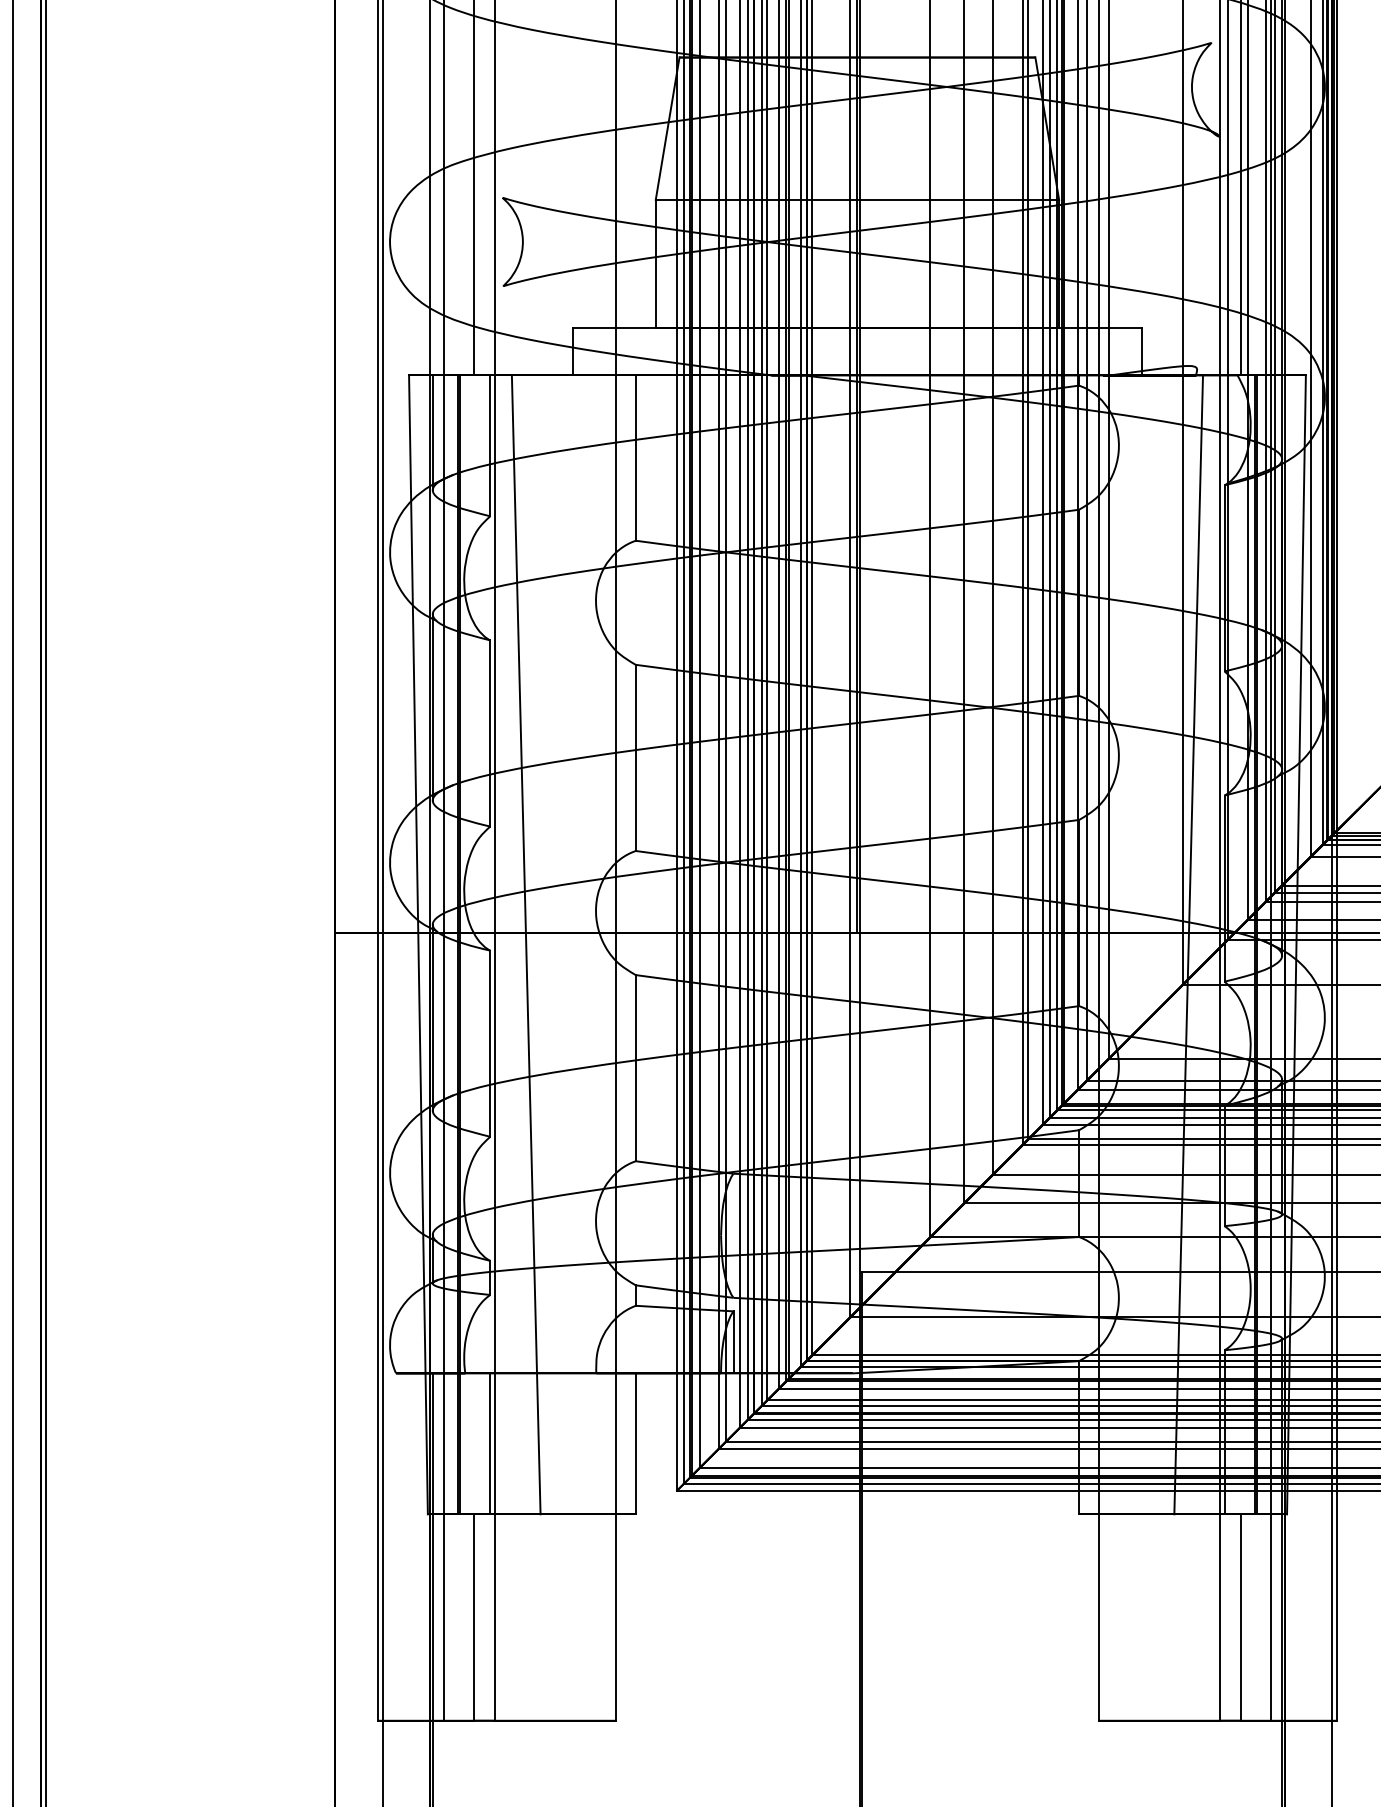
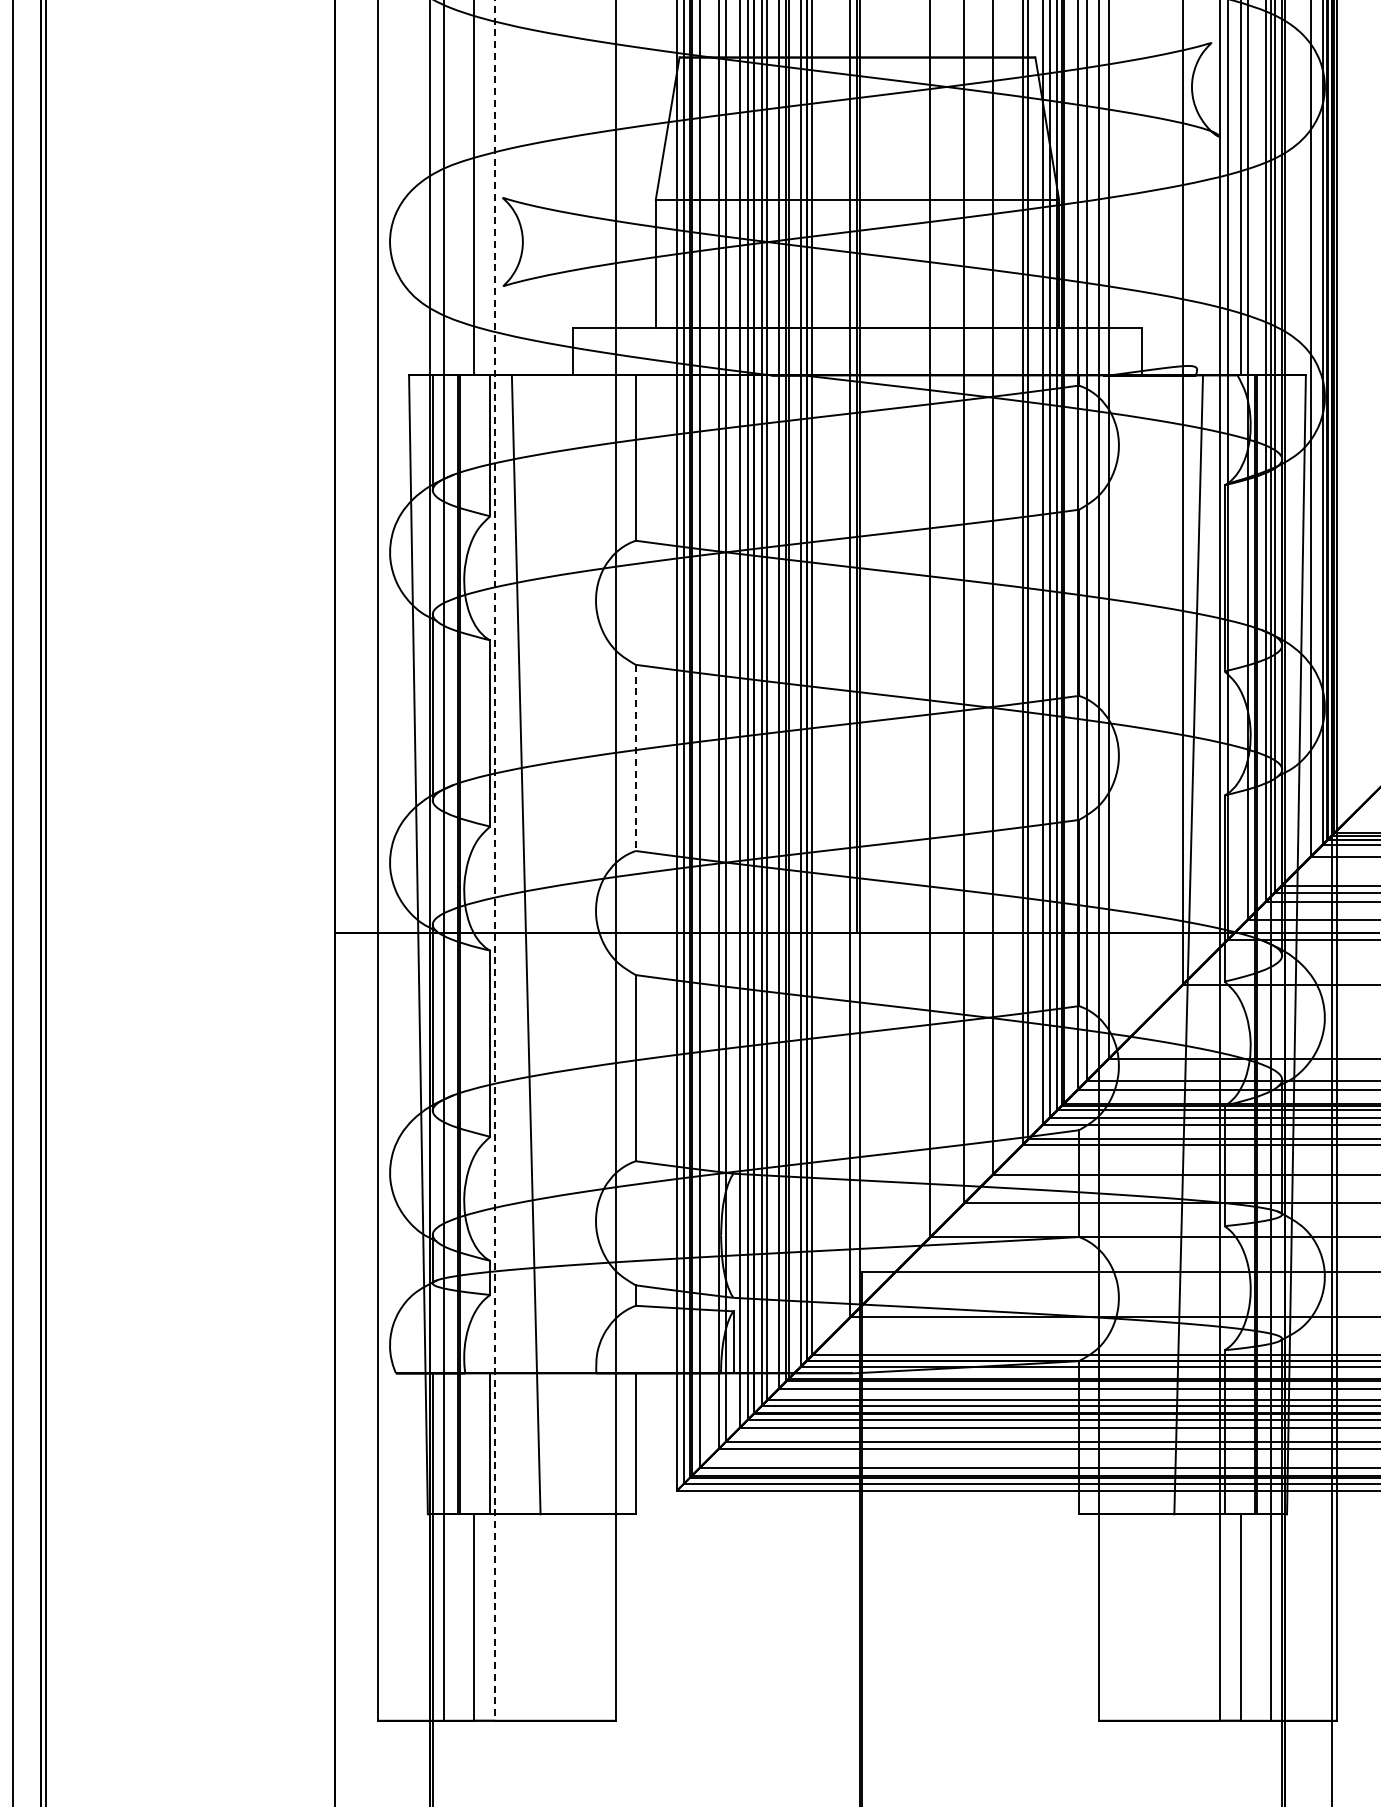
line at (635, 758): solid -> dashed
line at (495, 860): solid -> dashed
line at (382, 902): present -> none
